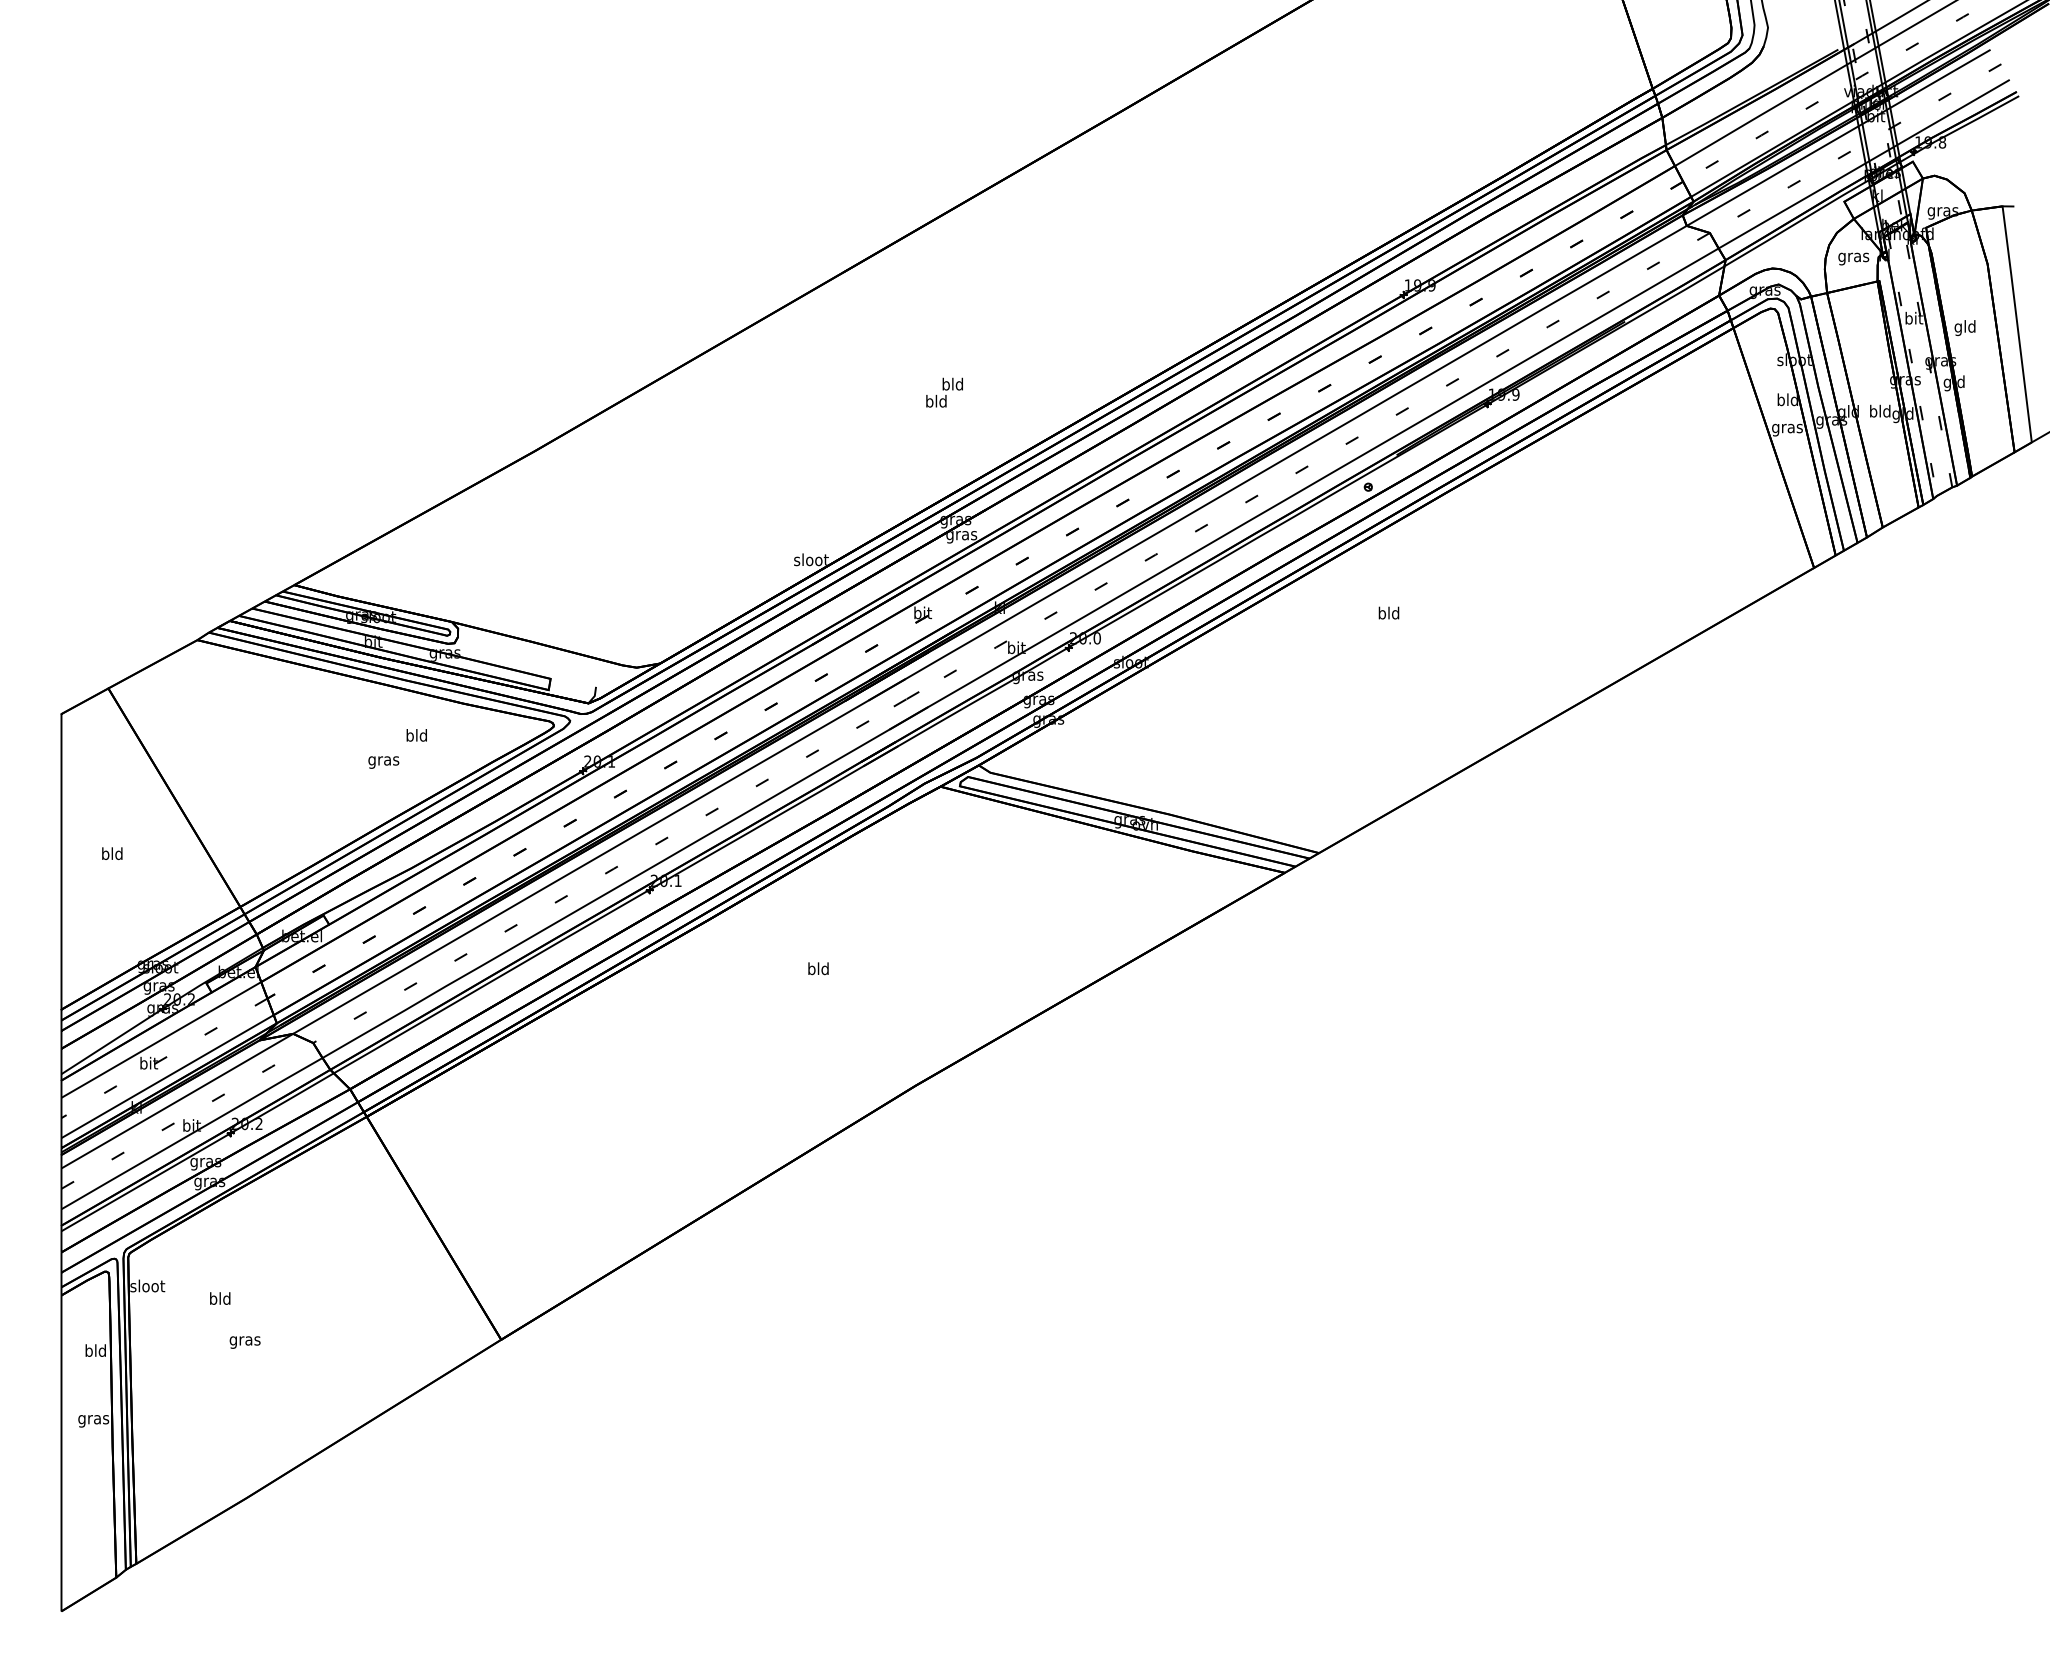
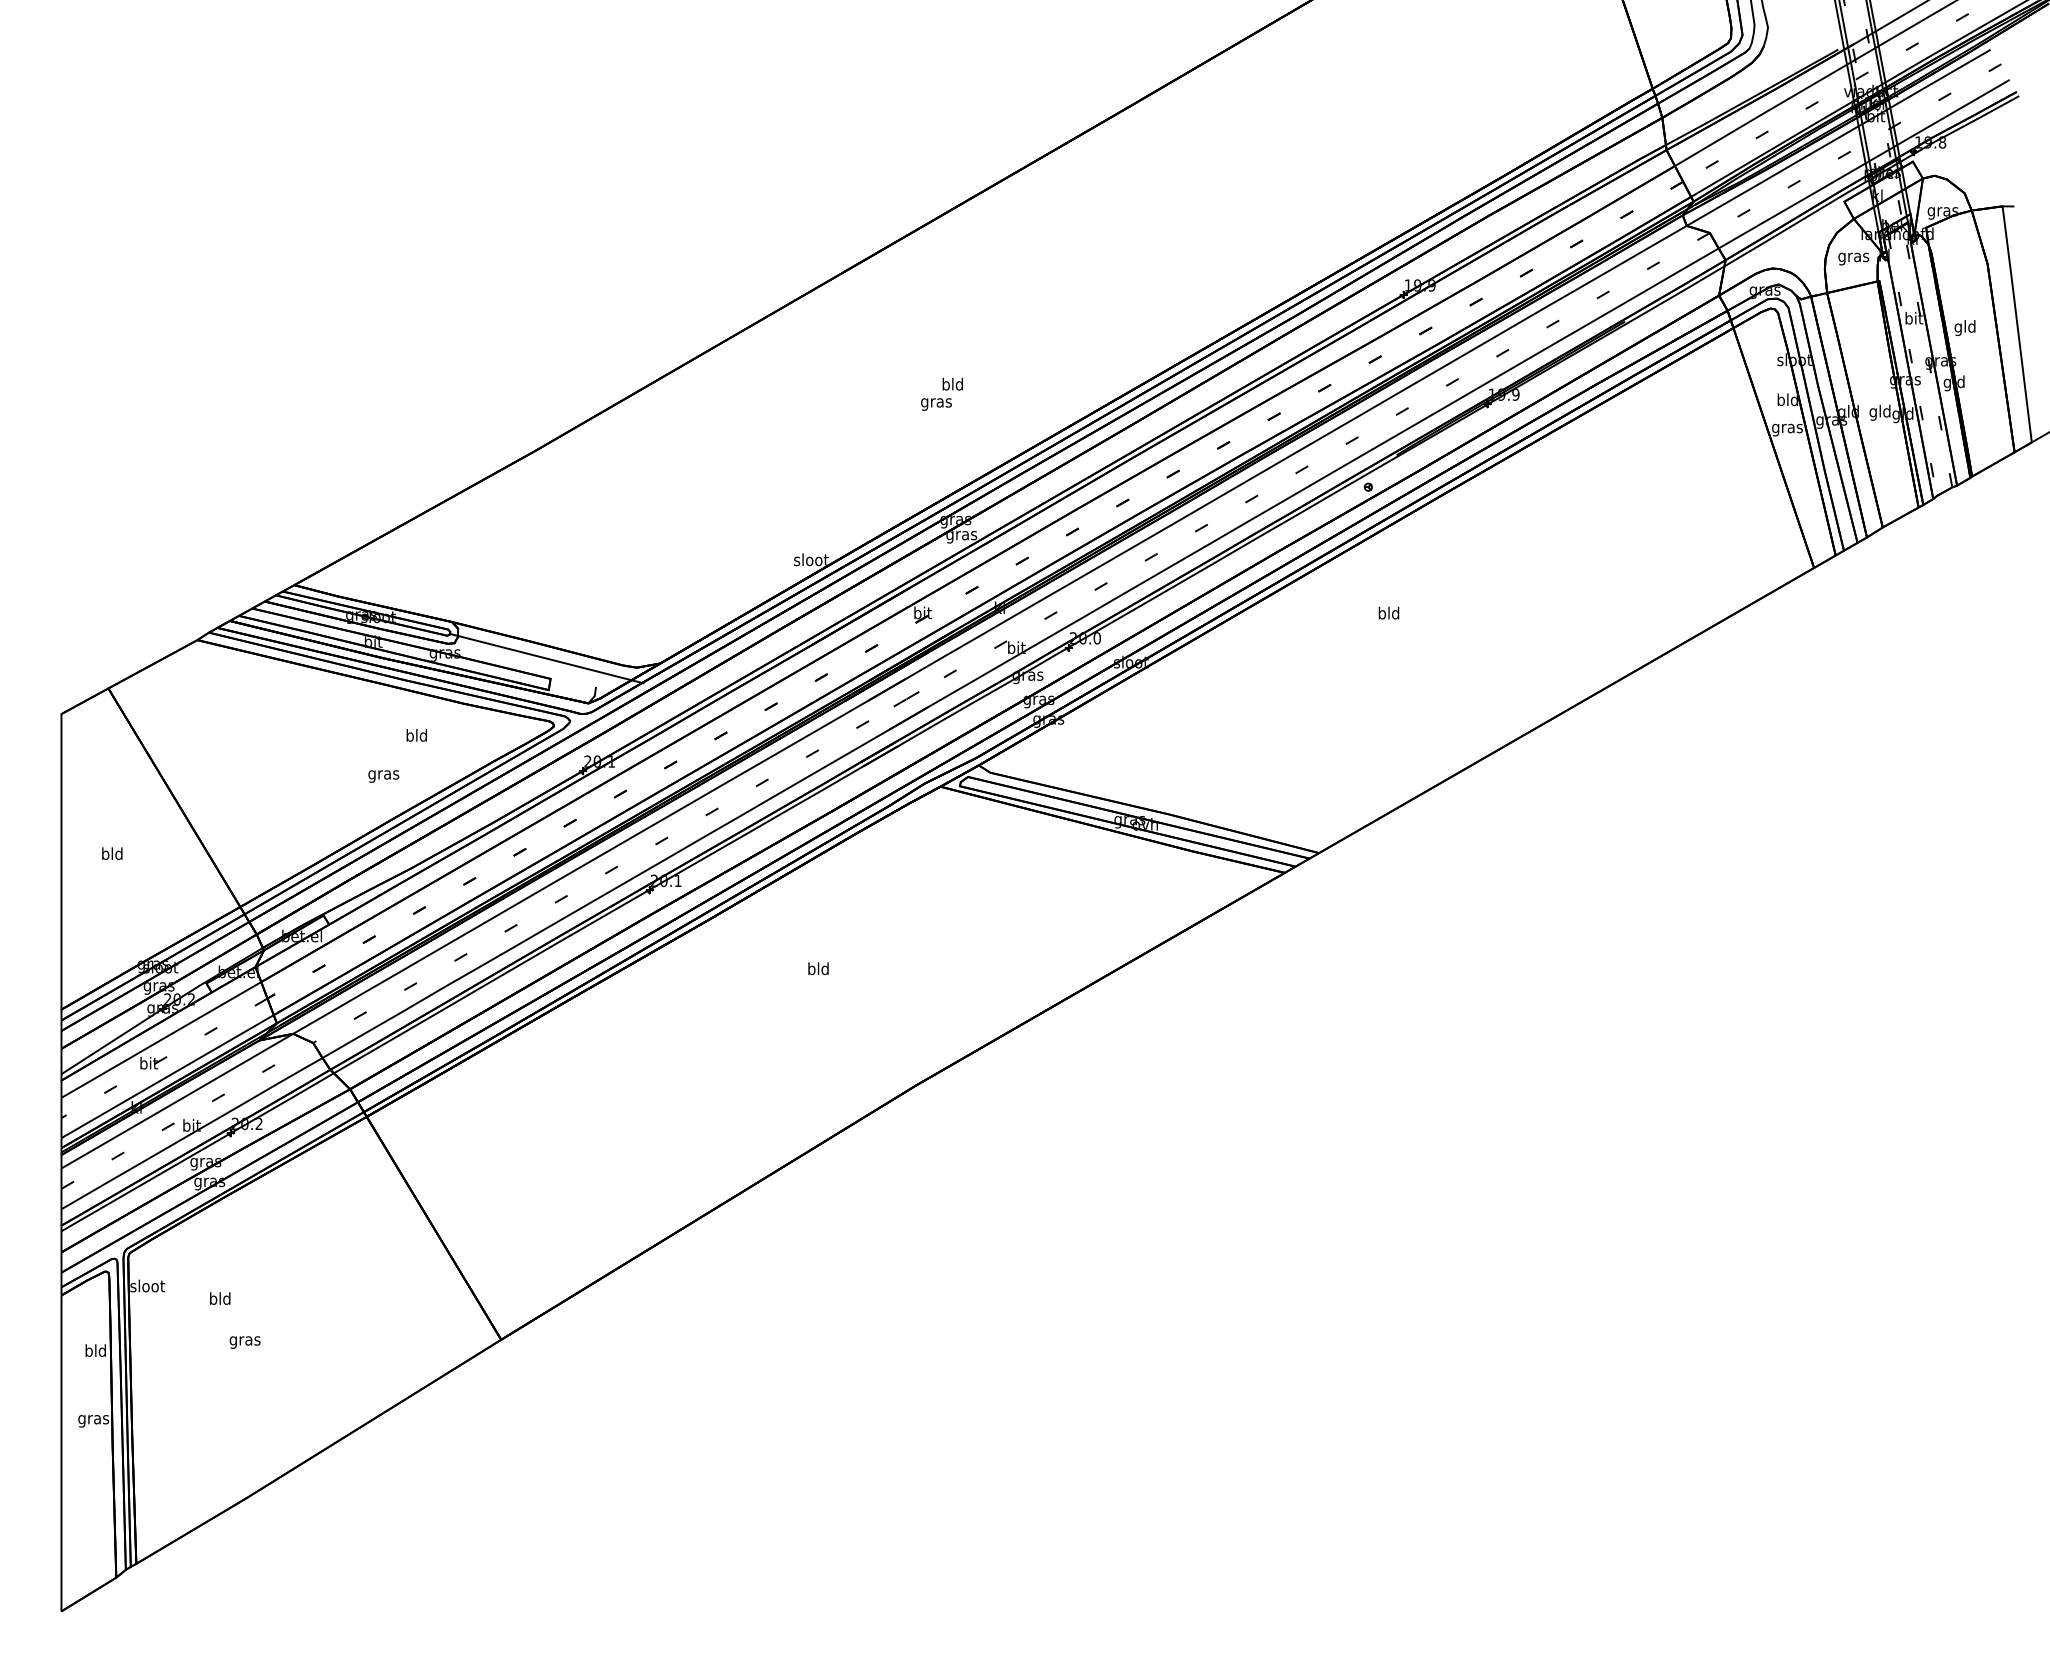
text at (936, 402): bld -> gras
text at (1873, 412): bld -> gld
line at (546, 658): none -> present
text at (383, 762) position: (383, 762) -> (383, 776)
